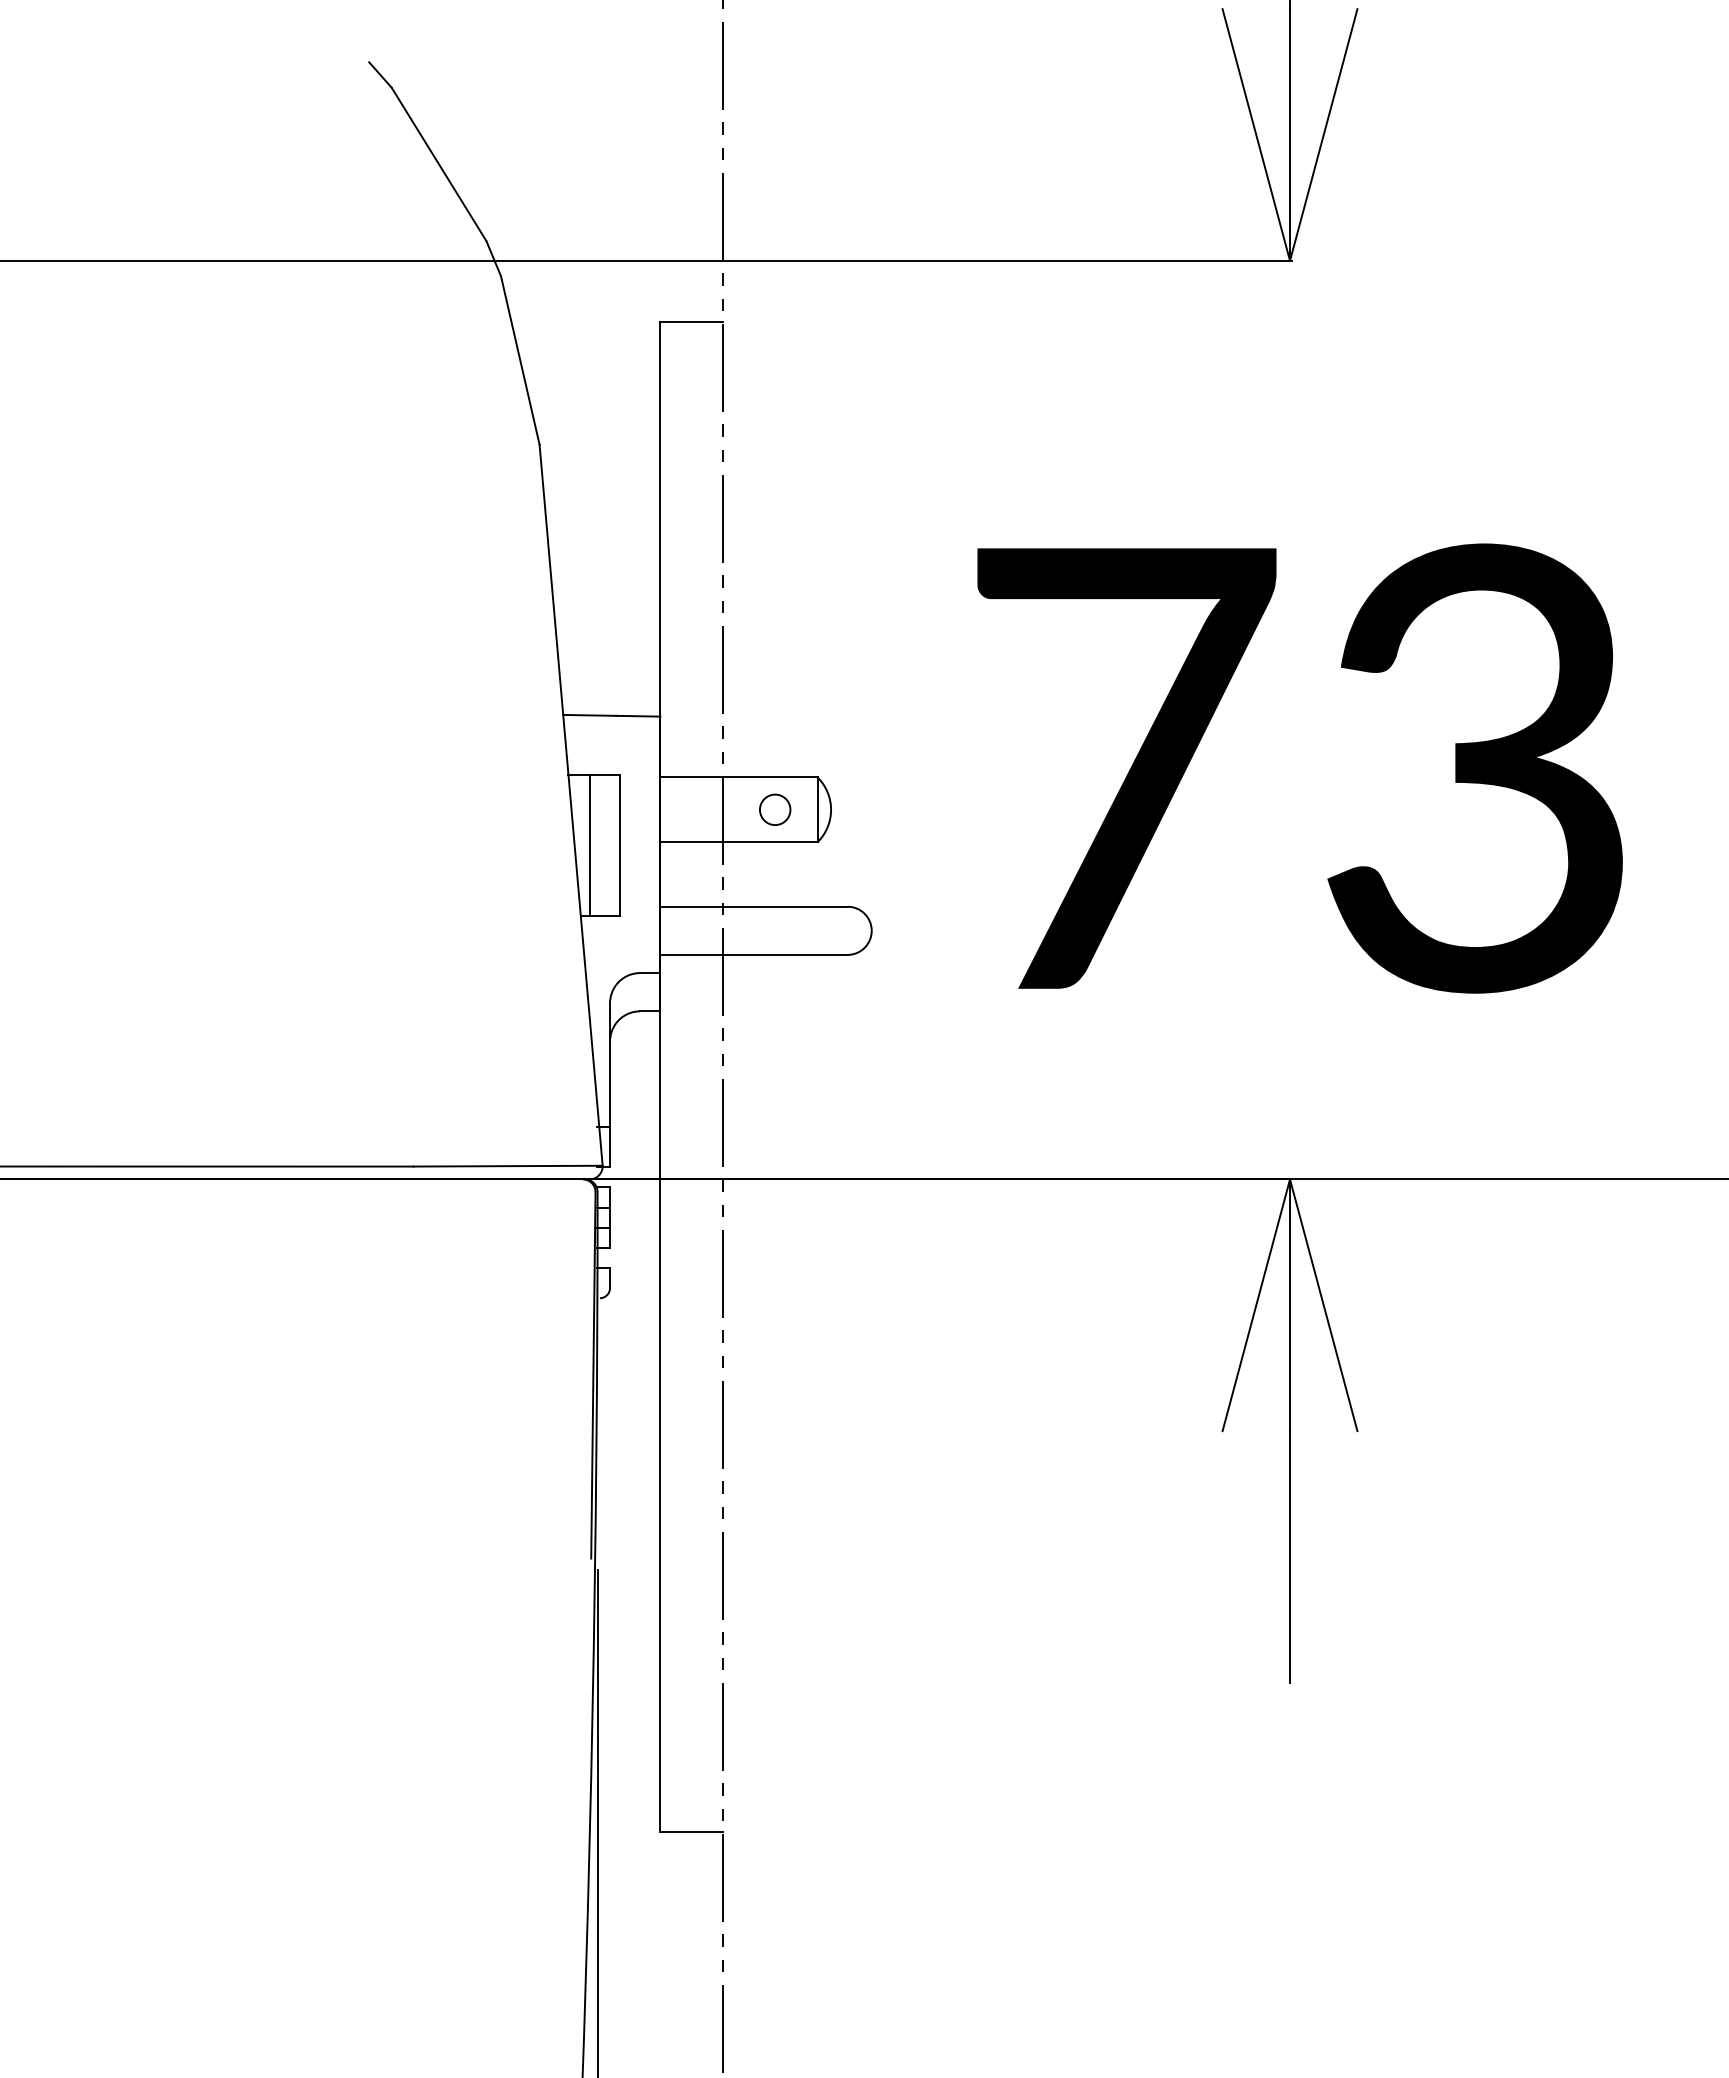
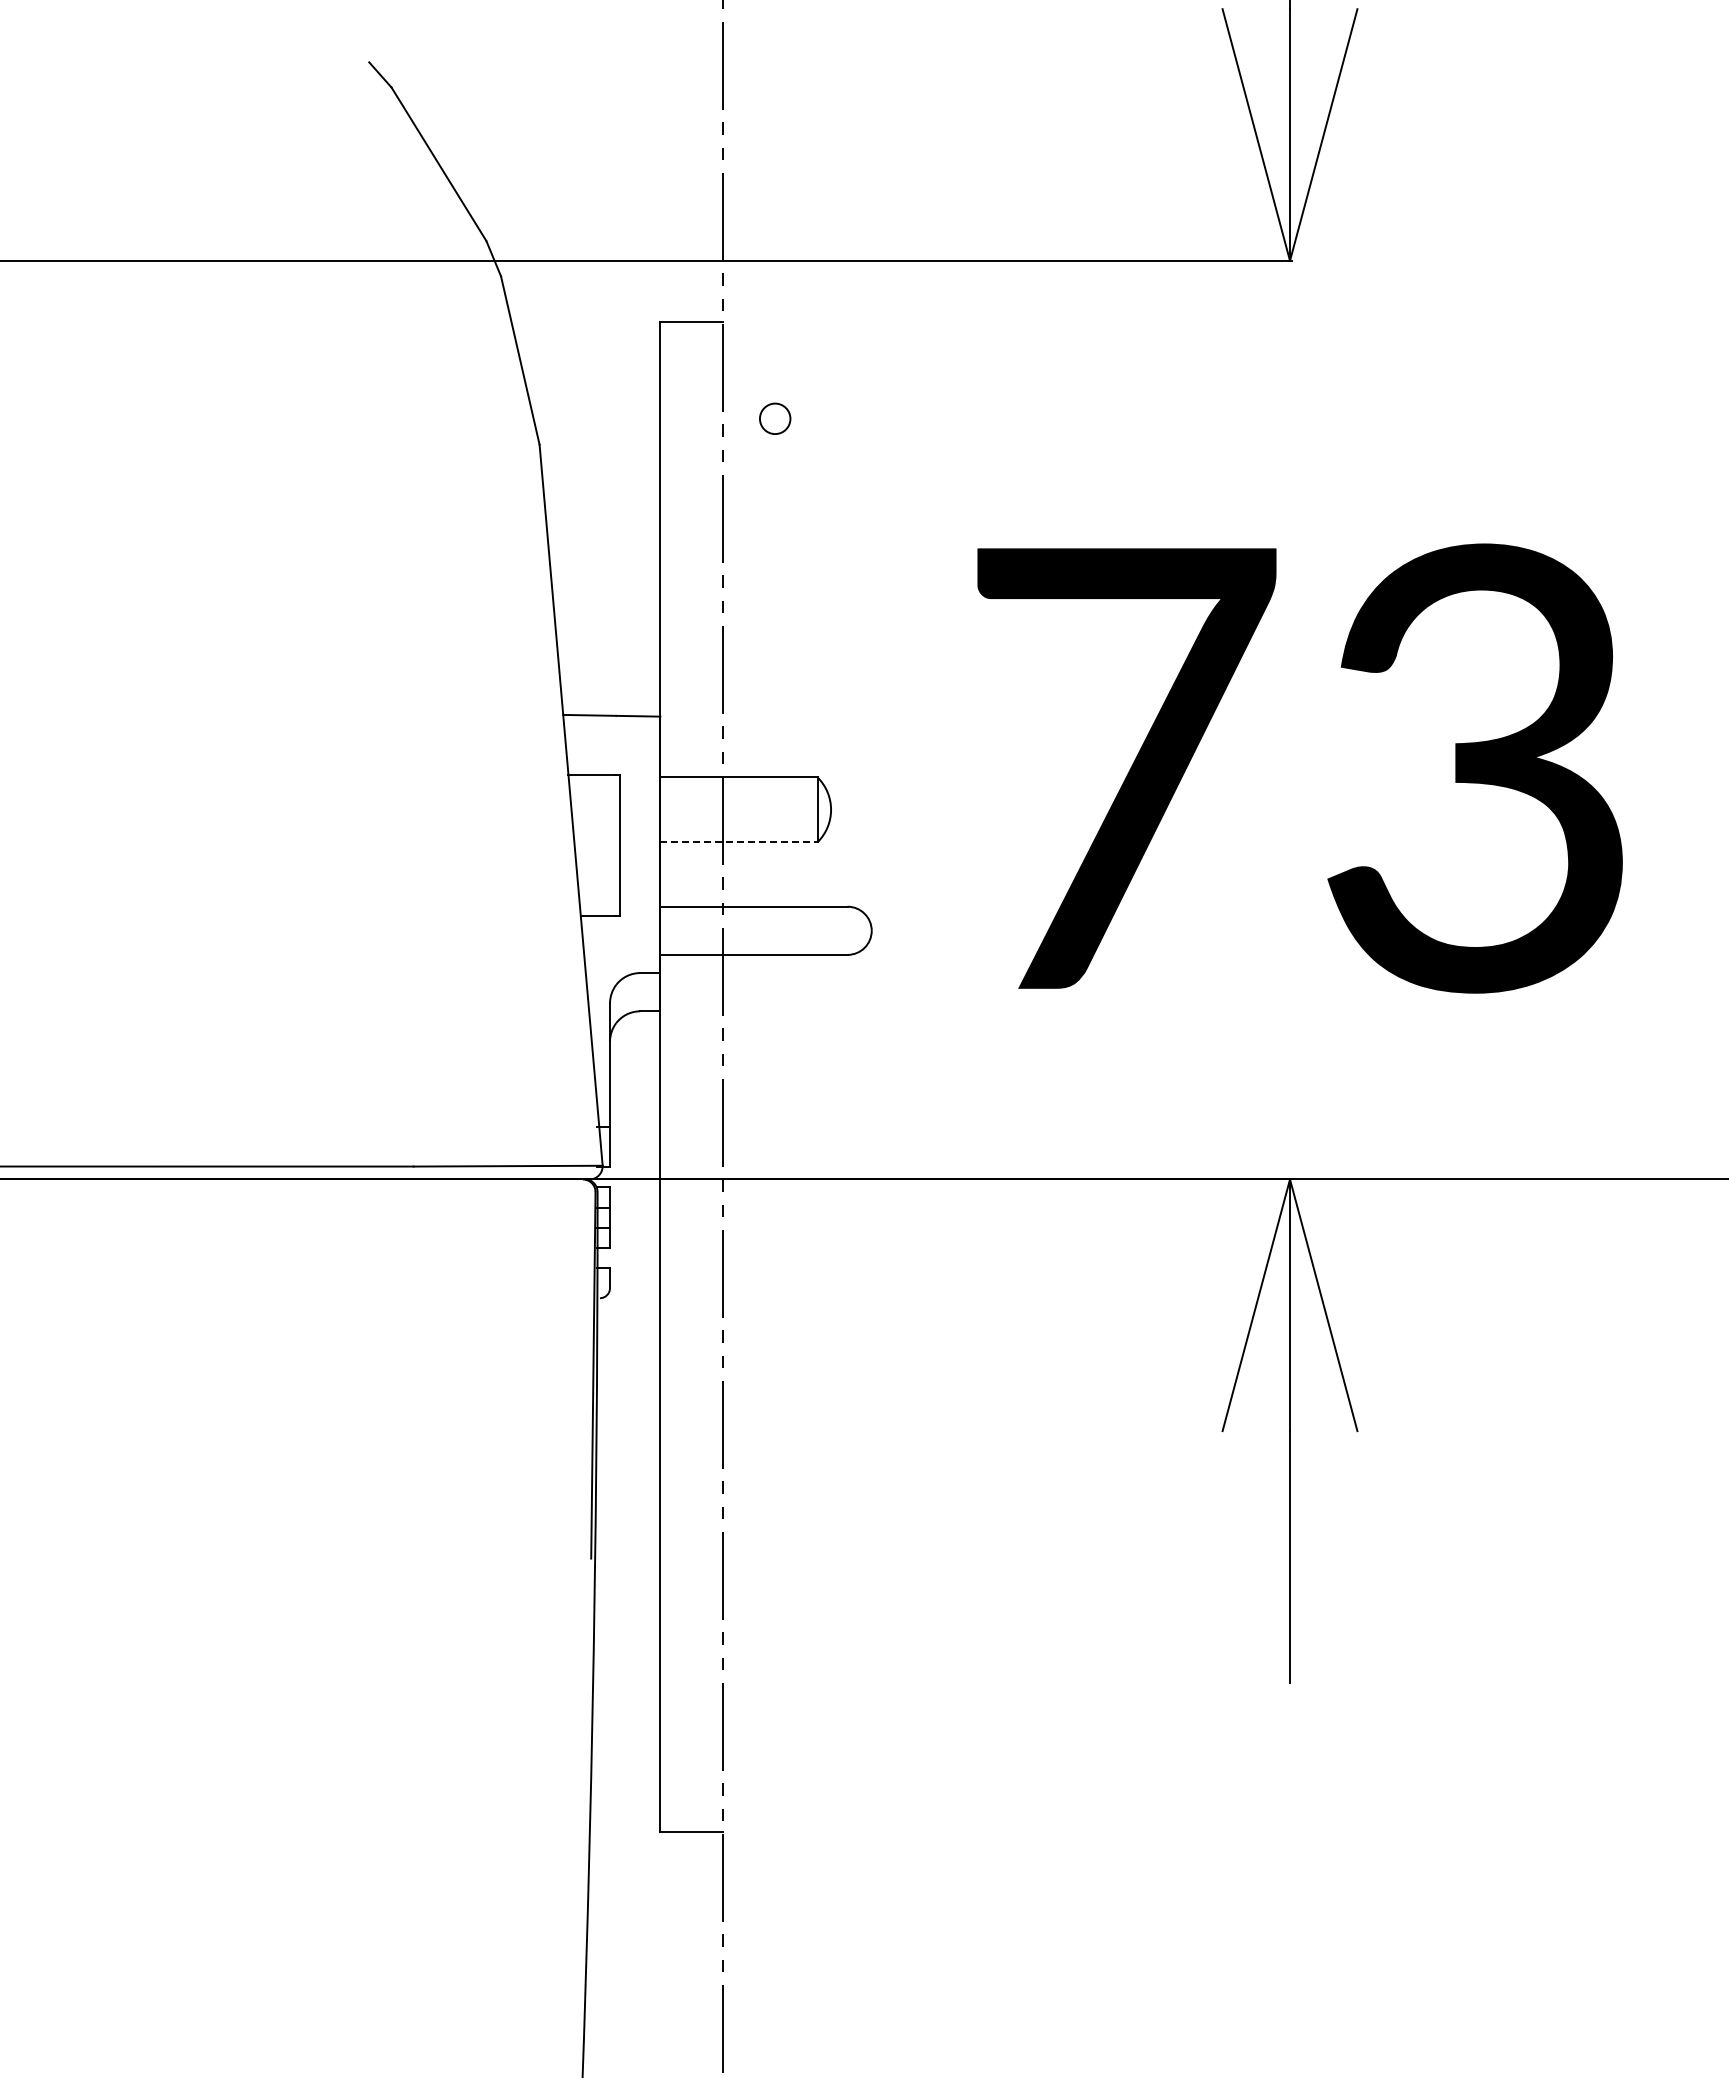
circle at (775, 809) position: (775, 809) -> (775, 418)
line at (738, 842): solid -> dashed
line at (589, 844): present -> none
line at (597, 1821): present -> none
